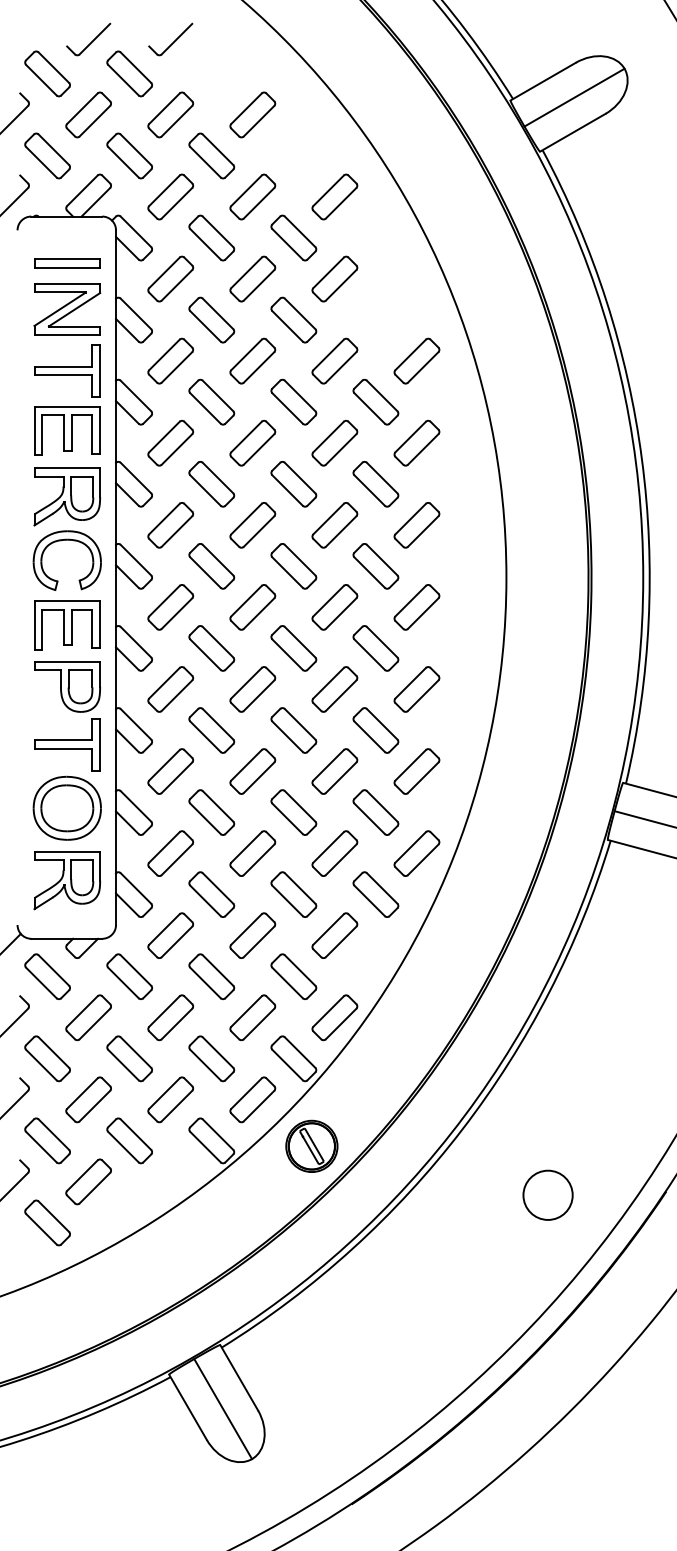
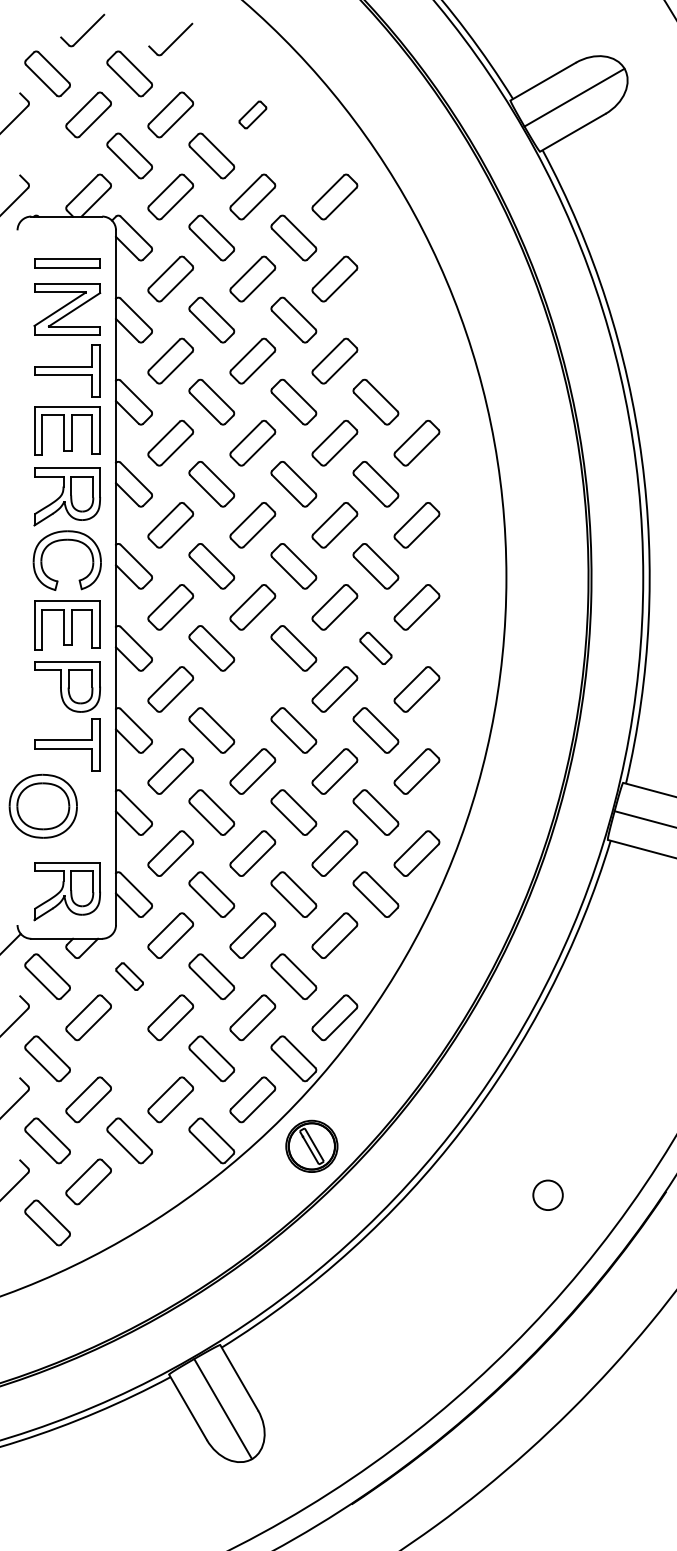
part at (88, 39) position: (88, 39) -> (82, 30)
part at (252, 114) size: 48x48 px -> 30x30 px
part at (47, 155): present -> none
part at (416, 360): present -> none
part at (375, 648) size: 48x47 px -> 34x34 px
part at (252, 689): present -> none
part at (66, 807) position: (66, 807) -> (42, 805)
part at (66, 880) position: (66, 880) -> (66, 891)
part at (129, 976) size: 47x47 px -> 29x29 px
part at (129, 1058): present -> none
circle at (547, 1194) diameter: 49 px -> 30 px
